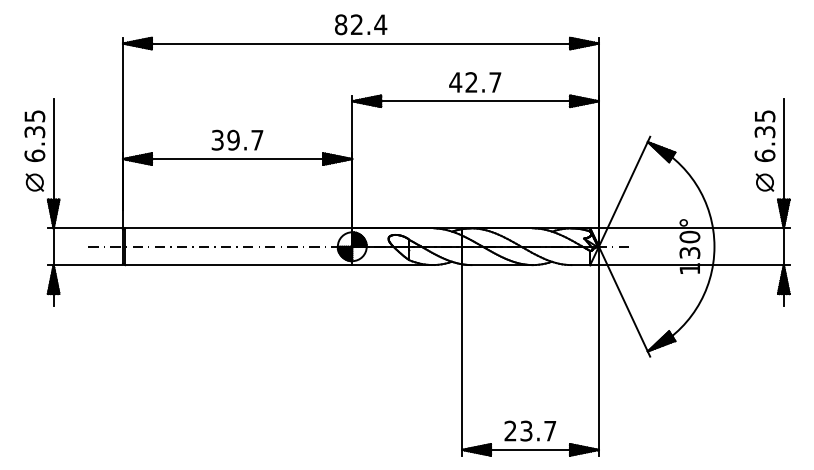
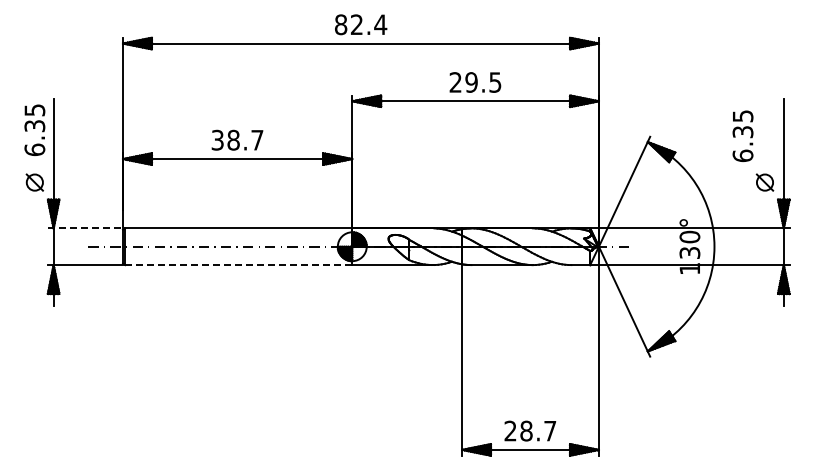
text at (475, 82): 42.7 -> 29.5
text at (34, 135) position: (34, 135) -> (34, 129)
text at (764, 135) position: (764, 135) -> (742, 135)
text at (233, 140): 39.7 -> 38.7
line at (85, 228): solid -> dashed
line at (238, 265): solid -> dashed
text at (526, 430): 23.7 -> 28.7
